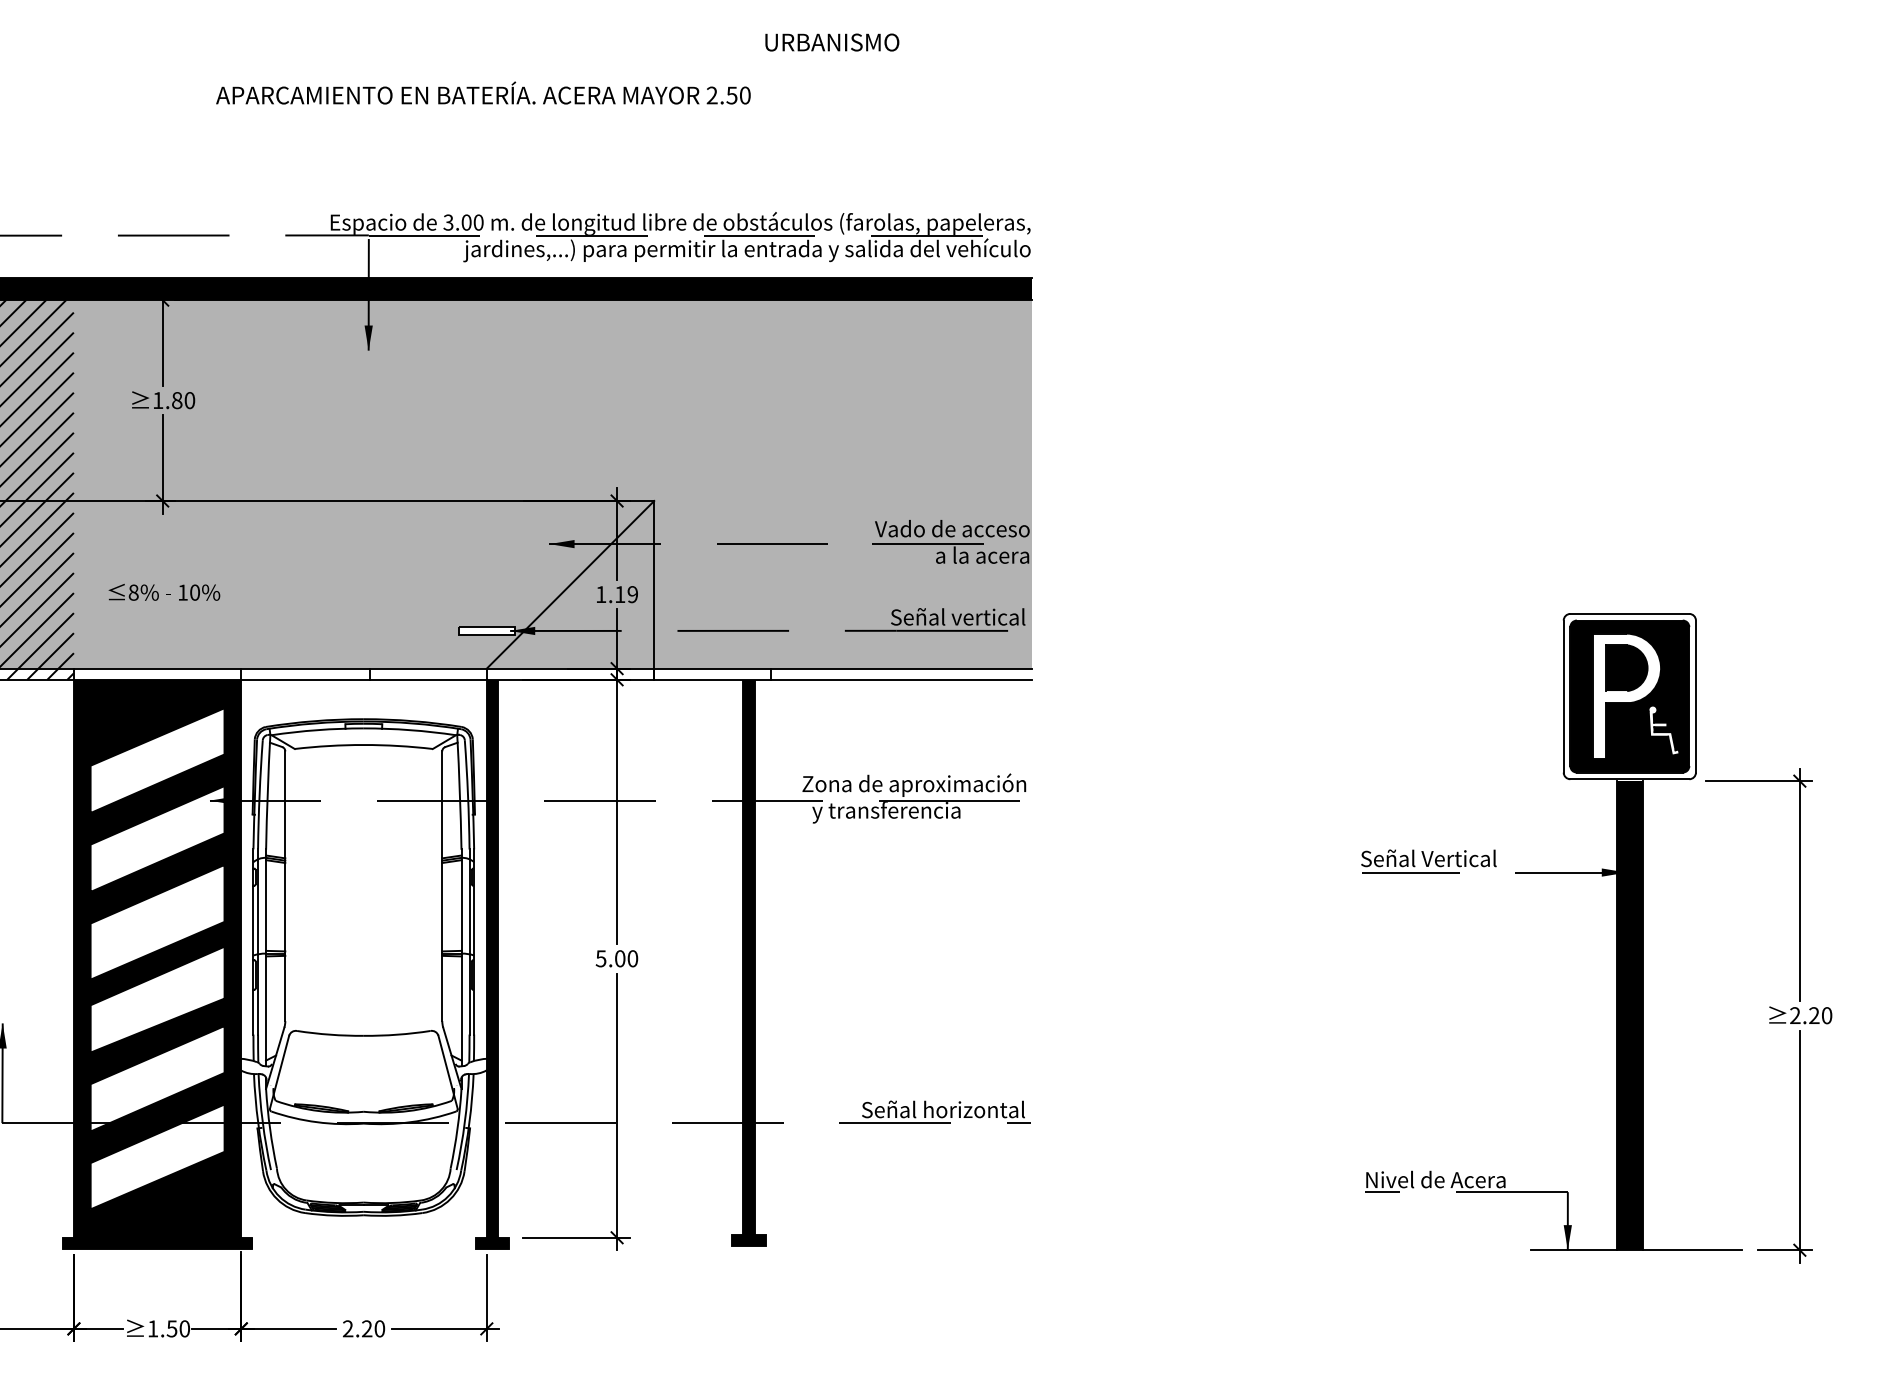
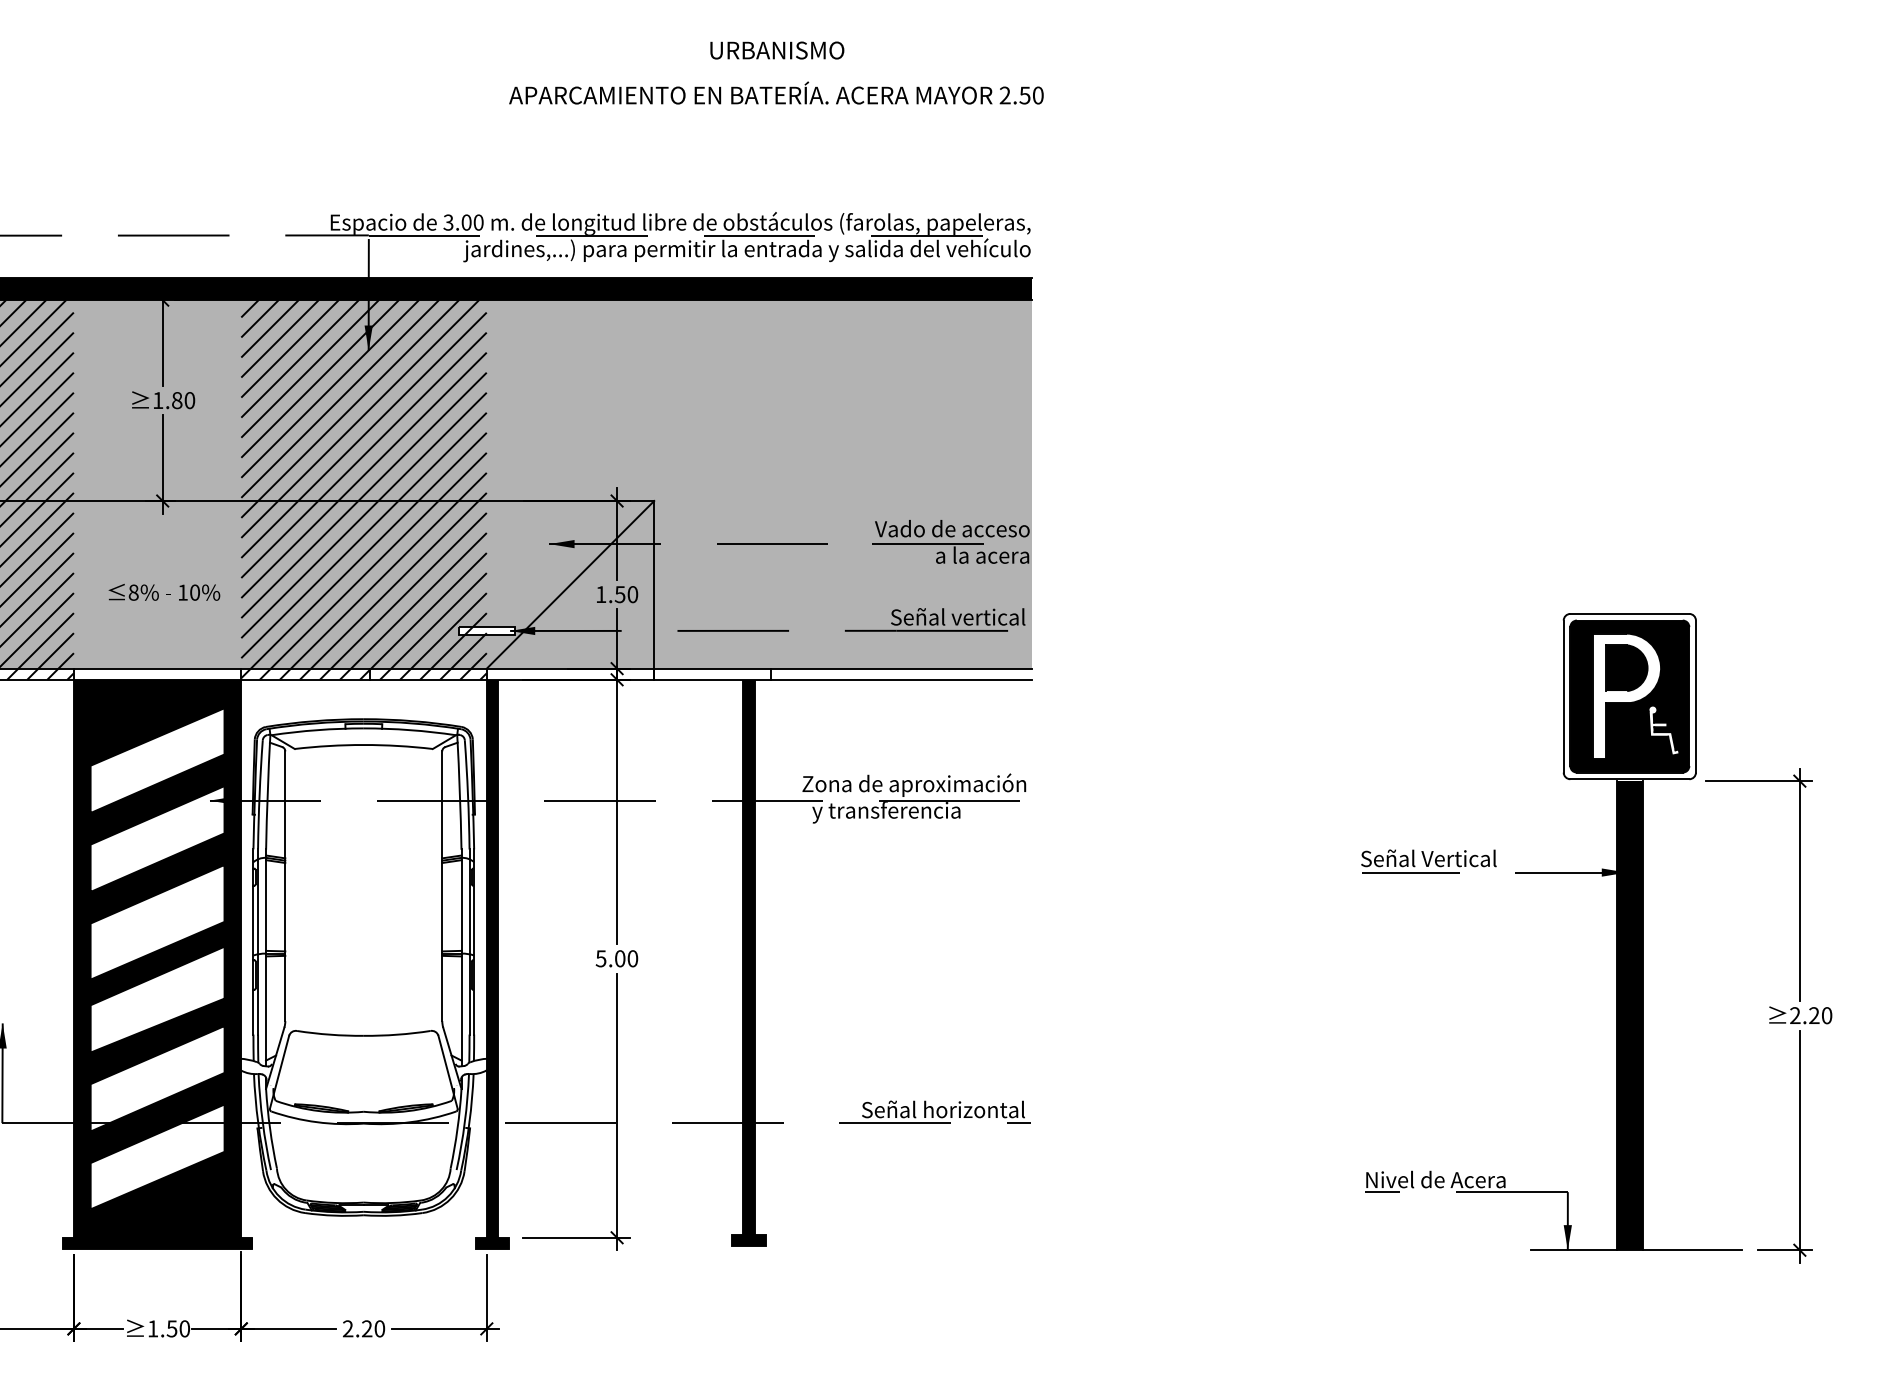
text at (832, 42) position: (832, 42) -> (777, 50)
text at (483, 92) position: (483, 92) -> (776, 92)
hatch at (363, 489): none -> present
text at (626, 594): 1.19 -> 1.50
